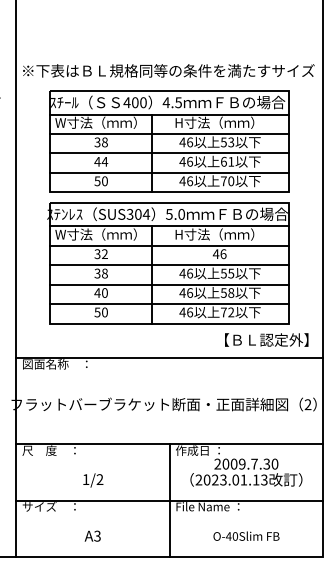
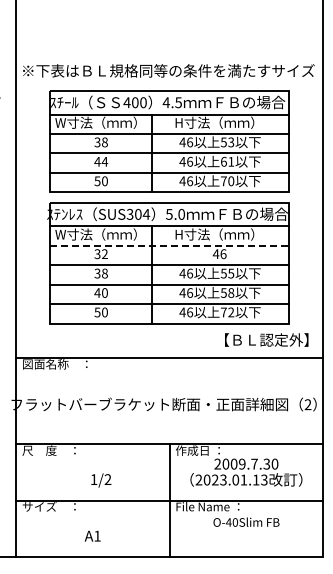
line at (170, 245): solid -> dashed
text at (93, 480) position: (93, 480) -> (101, 480)
text at (97, 535): A3 -> A1
text at (246, 535) position: (246, 535) -> (246, 521)
